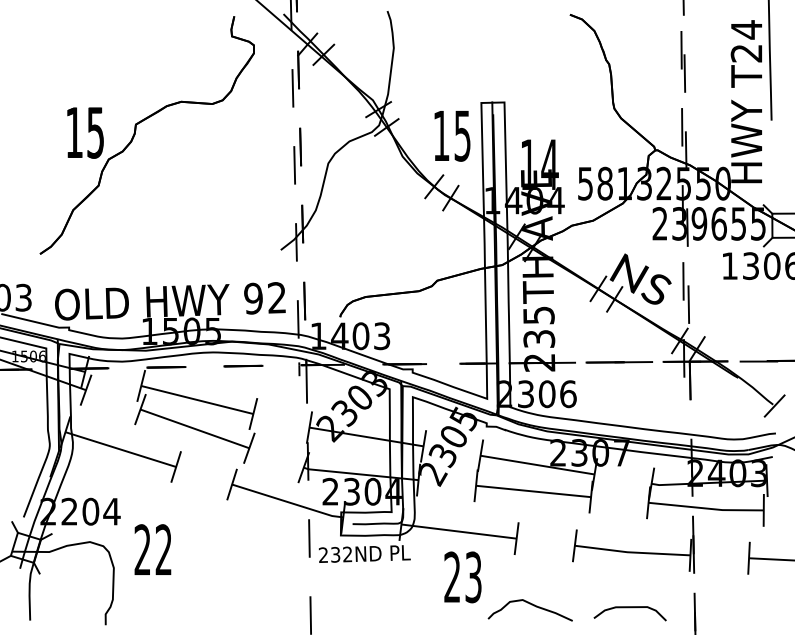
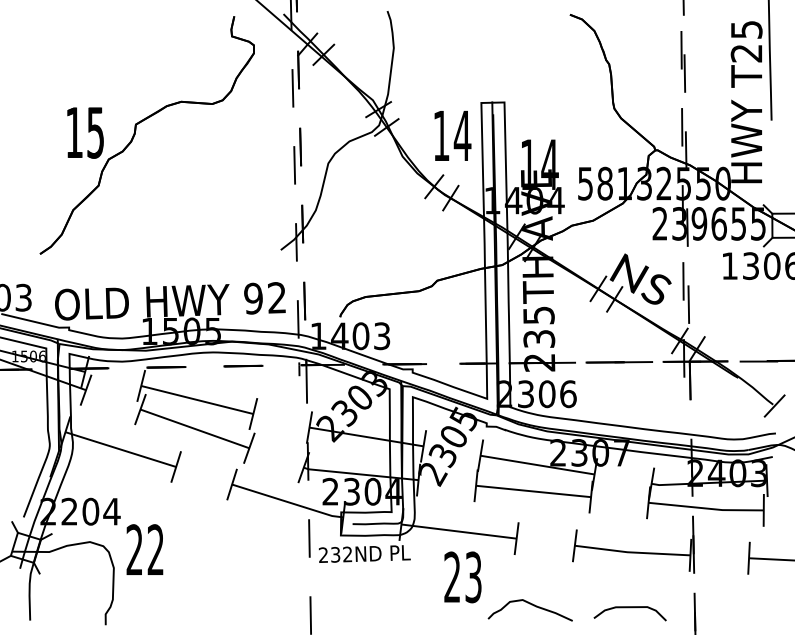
text at (746, 29): T24 -> T25
text at (462, 135): 15 -> 14
text at (152, 549) position: (152, 549) -> (144, 549)
